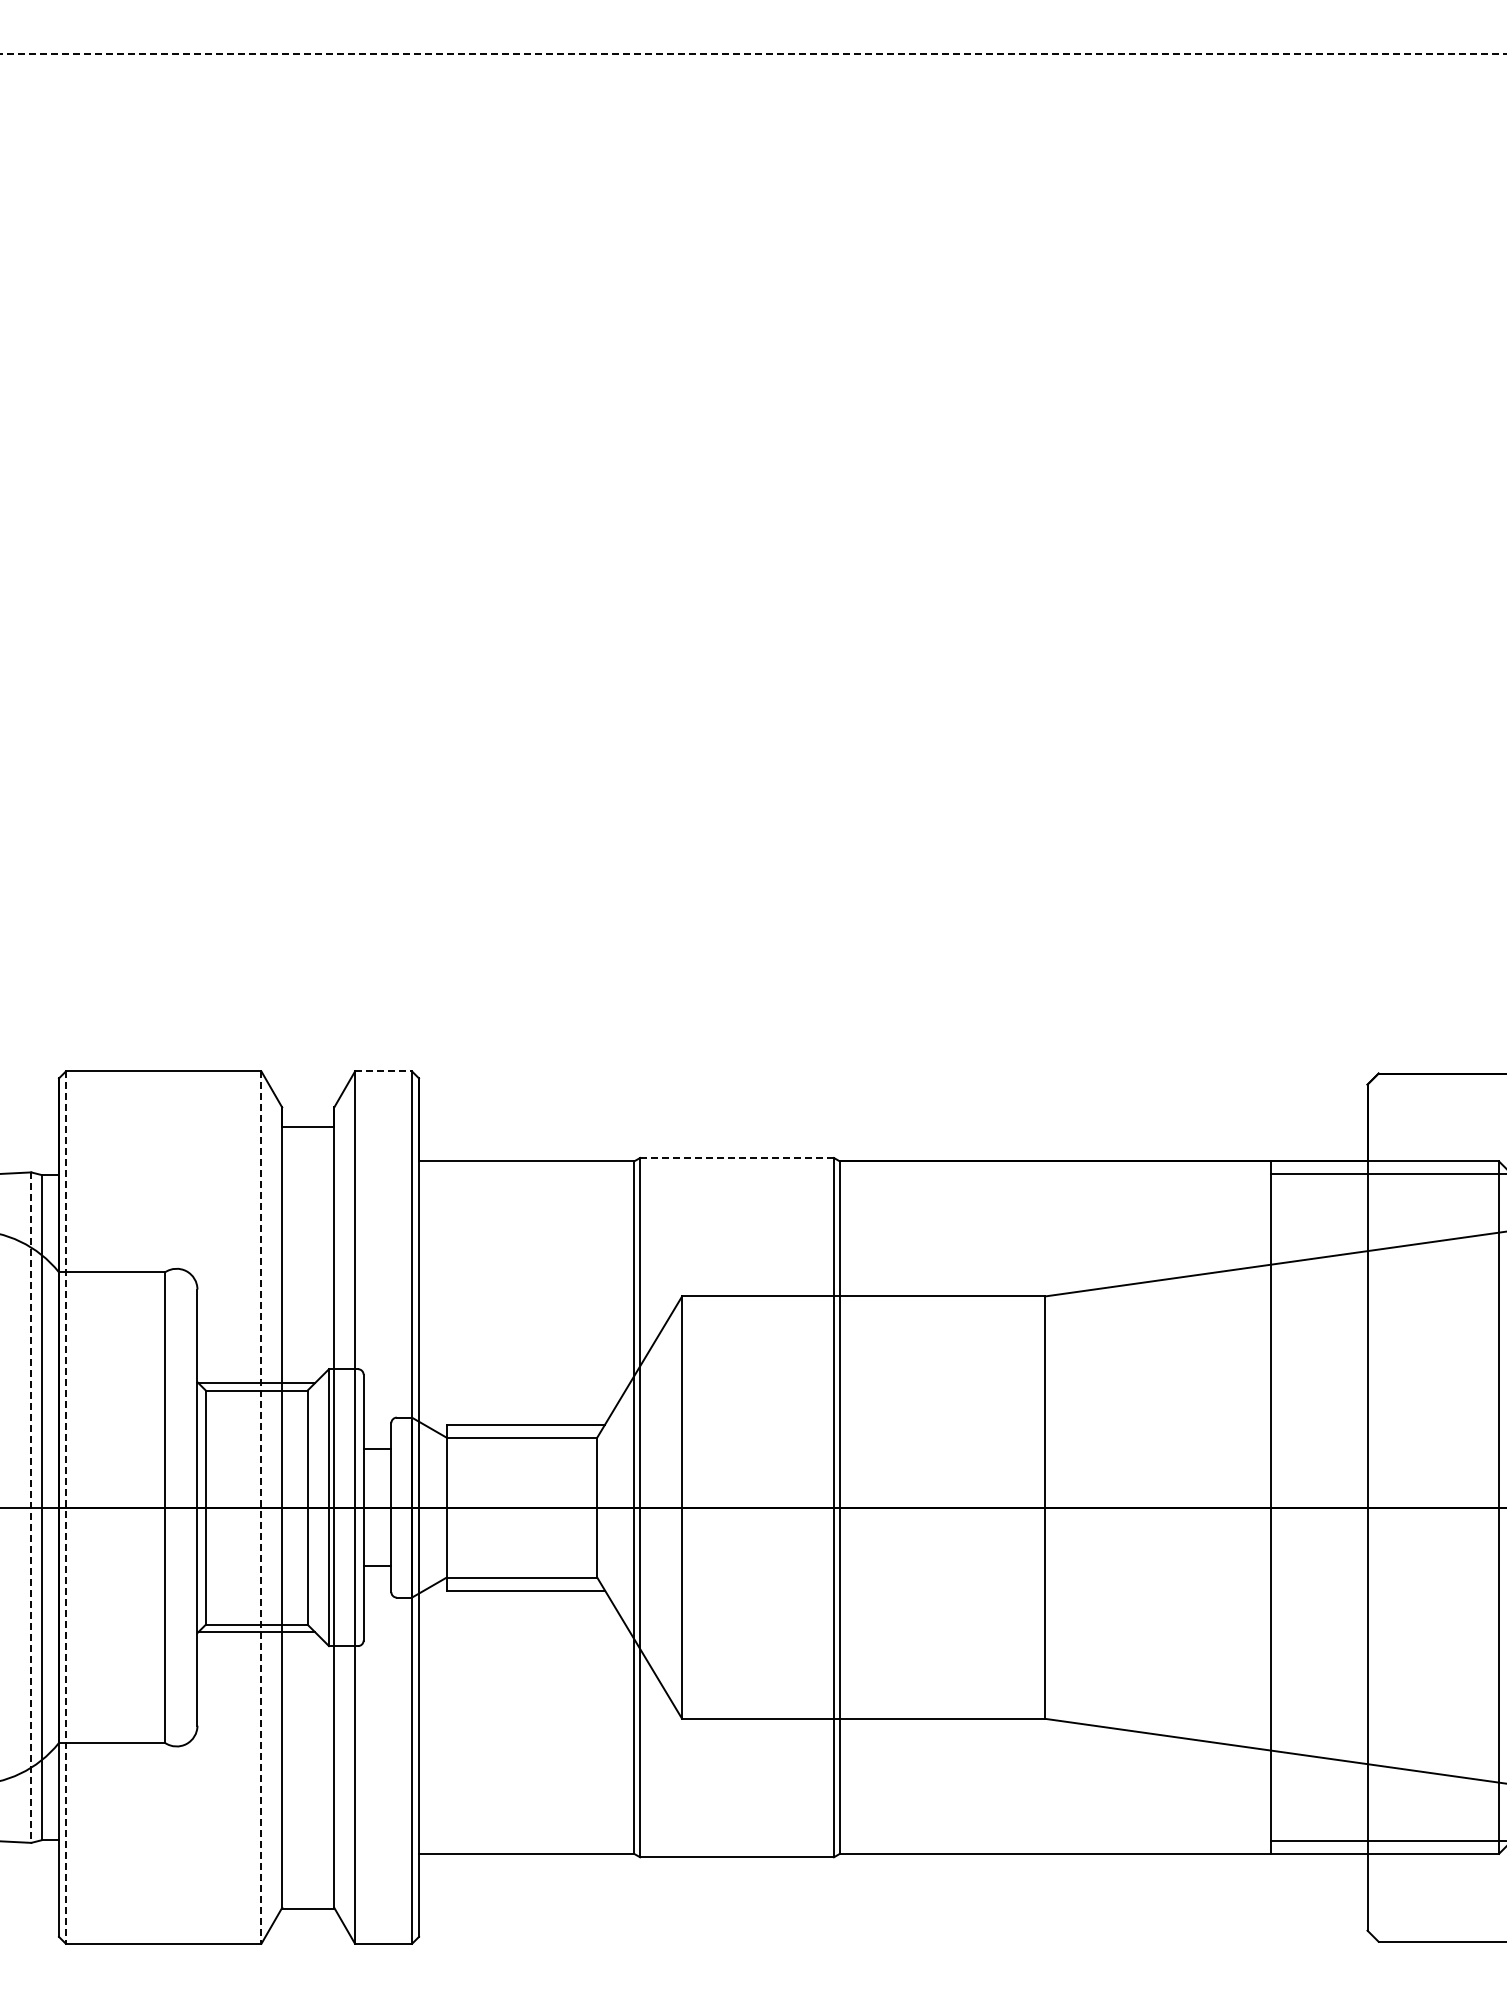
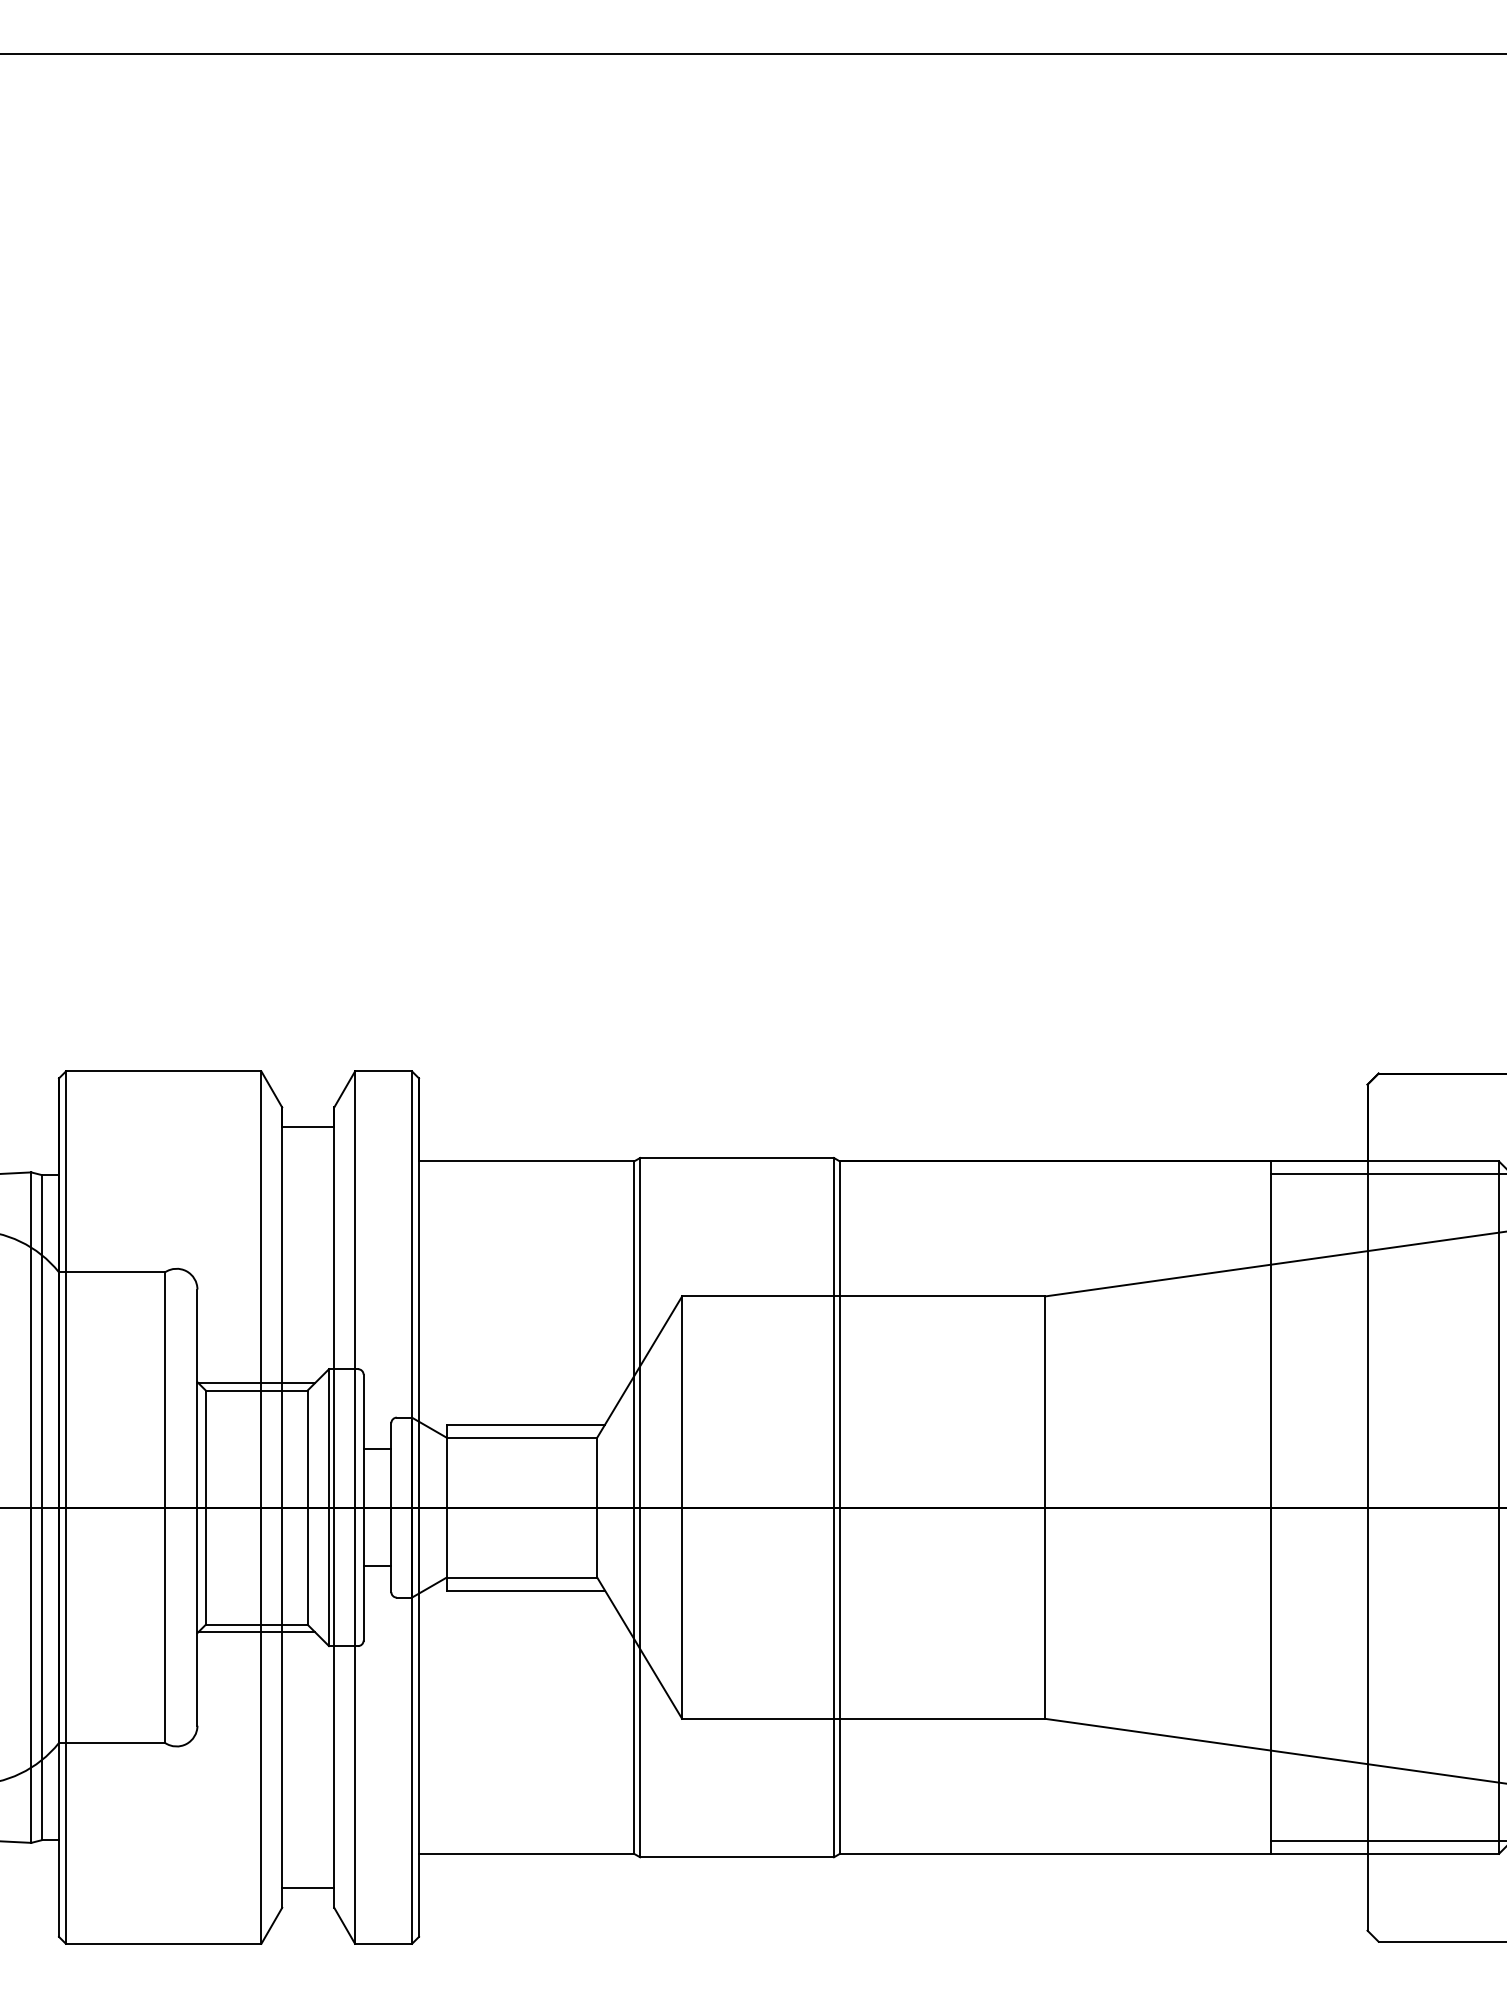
line at (753, 53): dashed -> solid
line at (383, 1071): dashed -> solid
line at (737, 1158): dashed -> solid
line at (31, 1508): dashed -> solid
line at (65, 1508): dashed -> solid
line at (261, 1508): dashed -> solid
line at (308, 1909) position: (308, 1909) -> (308, 1888)
